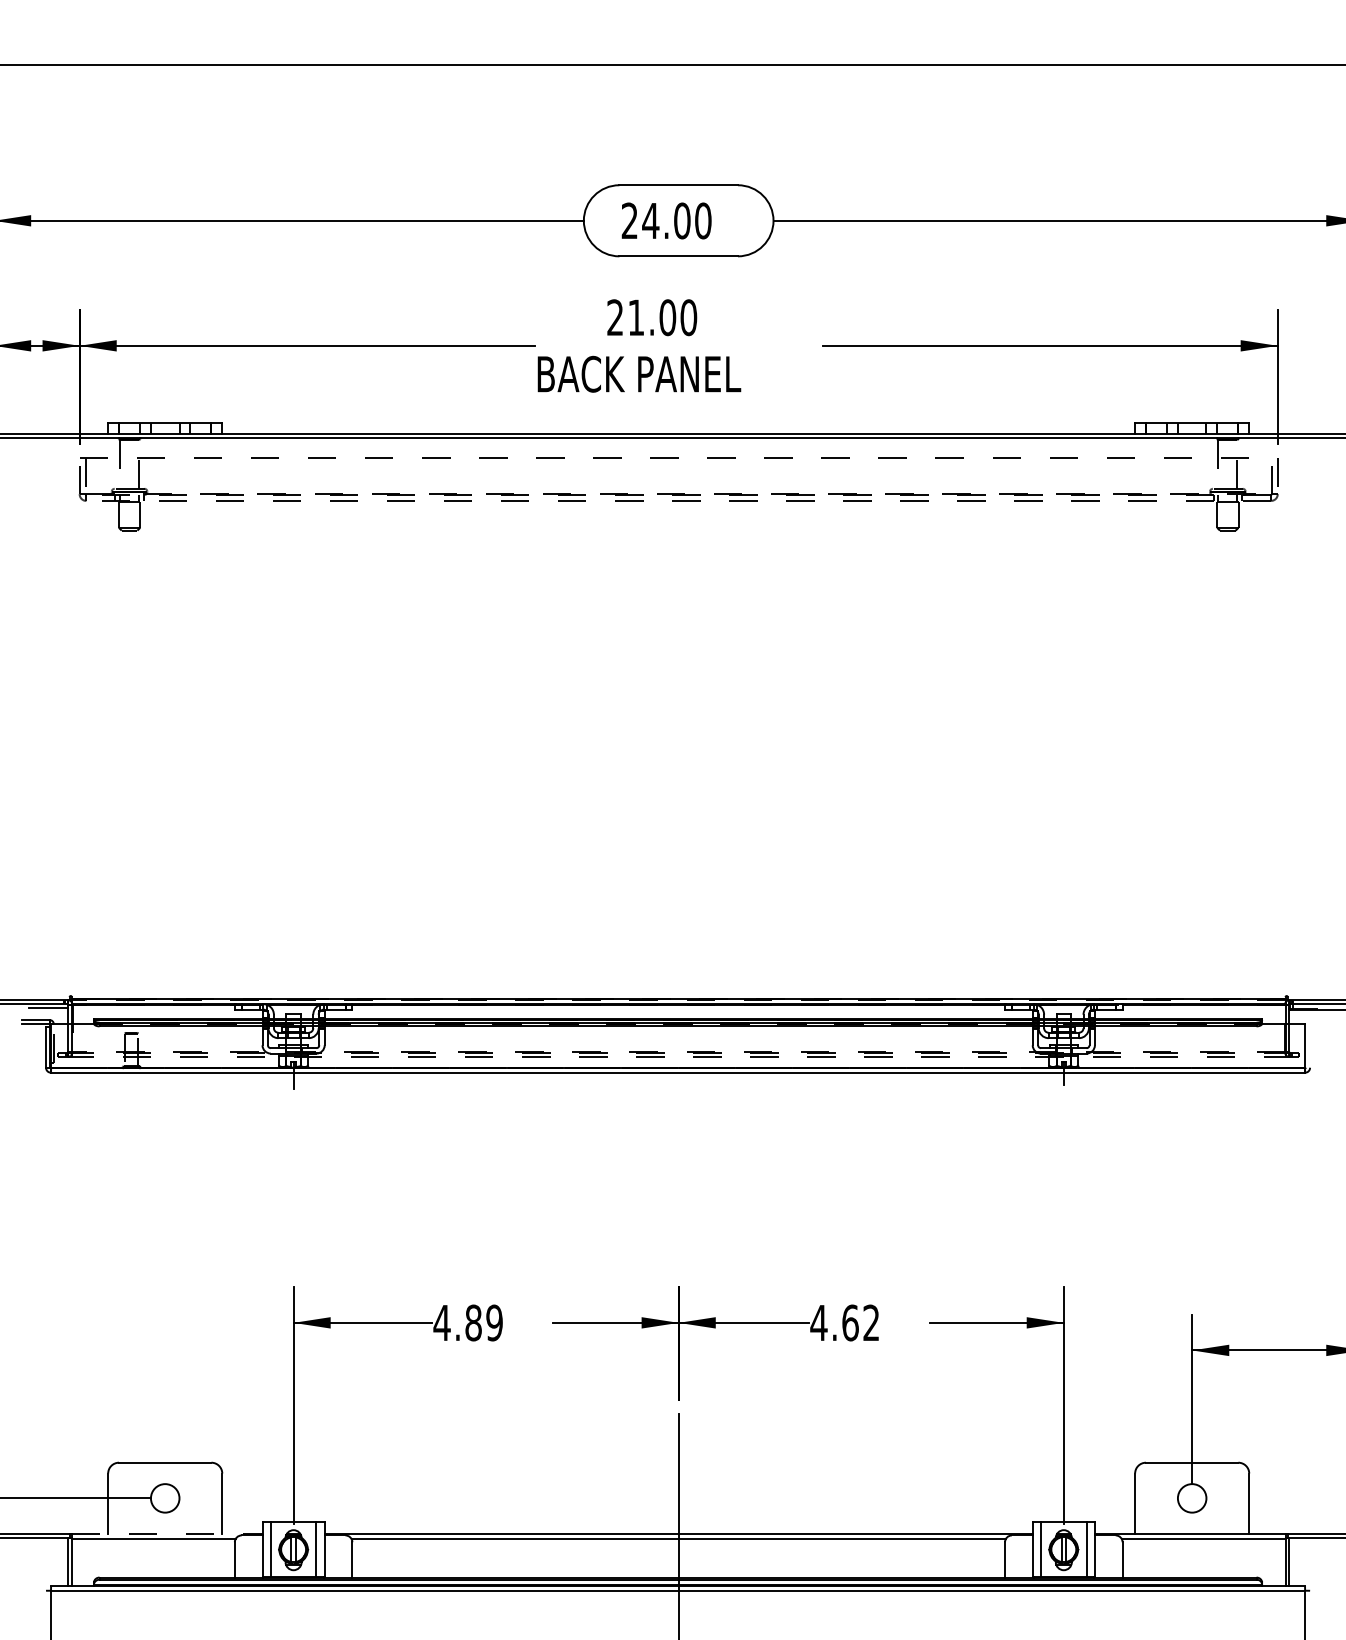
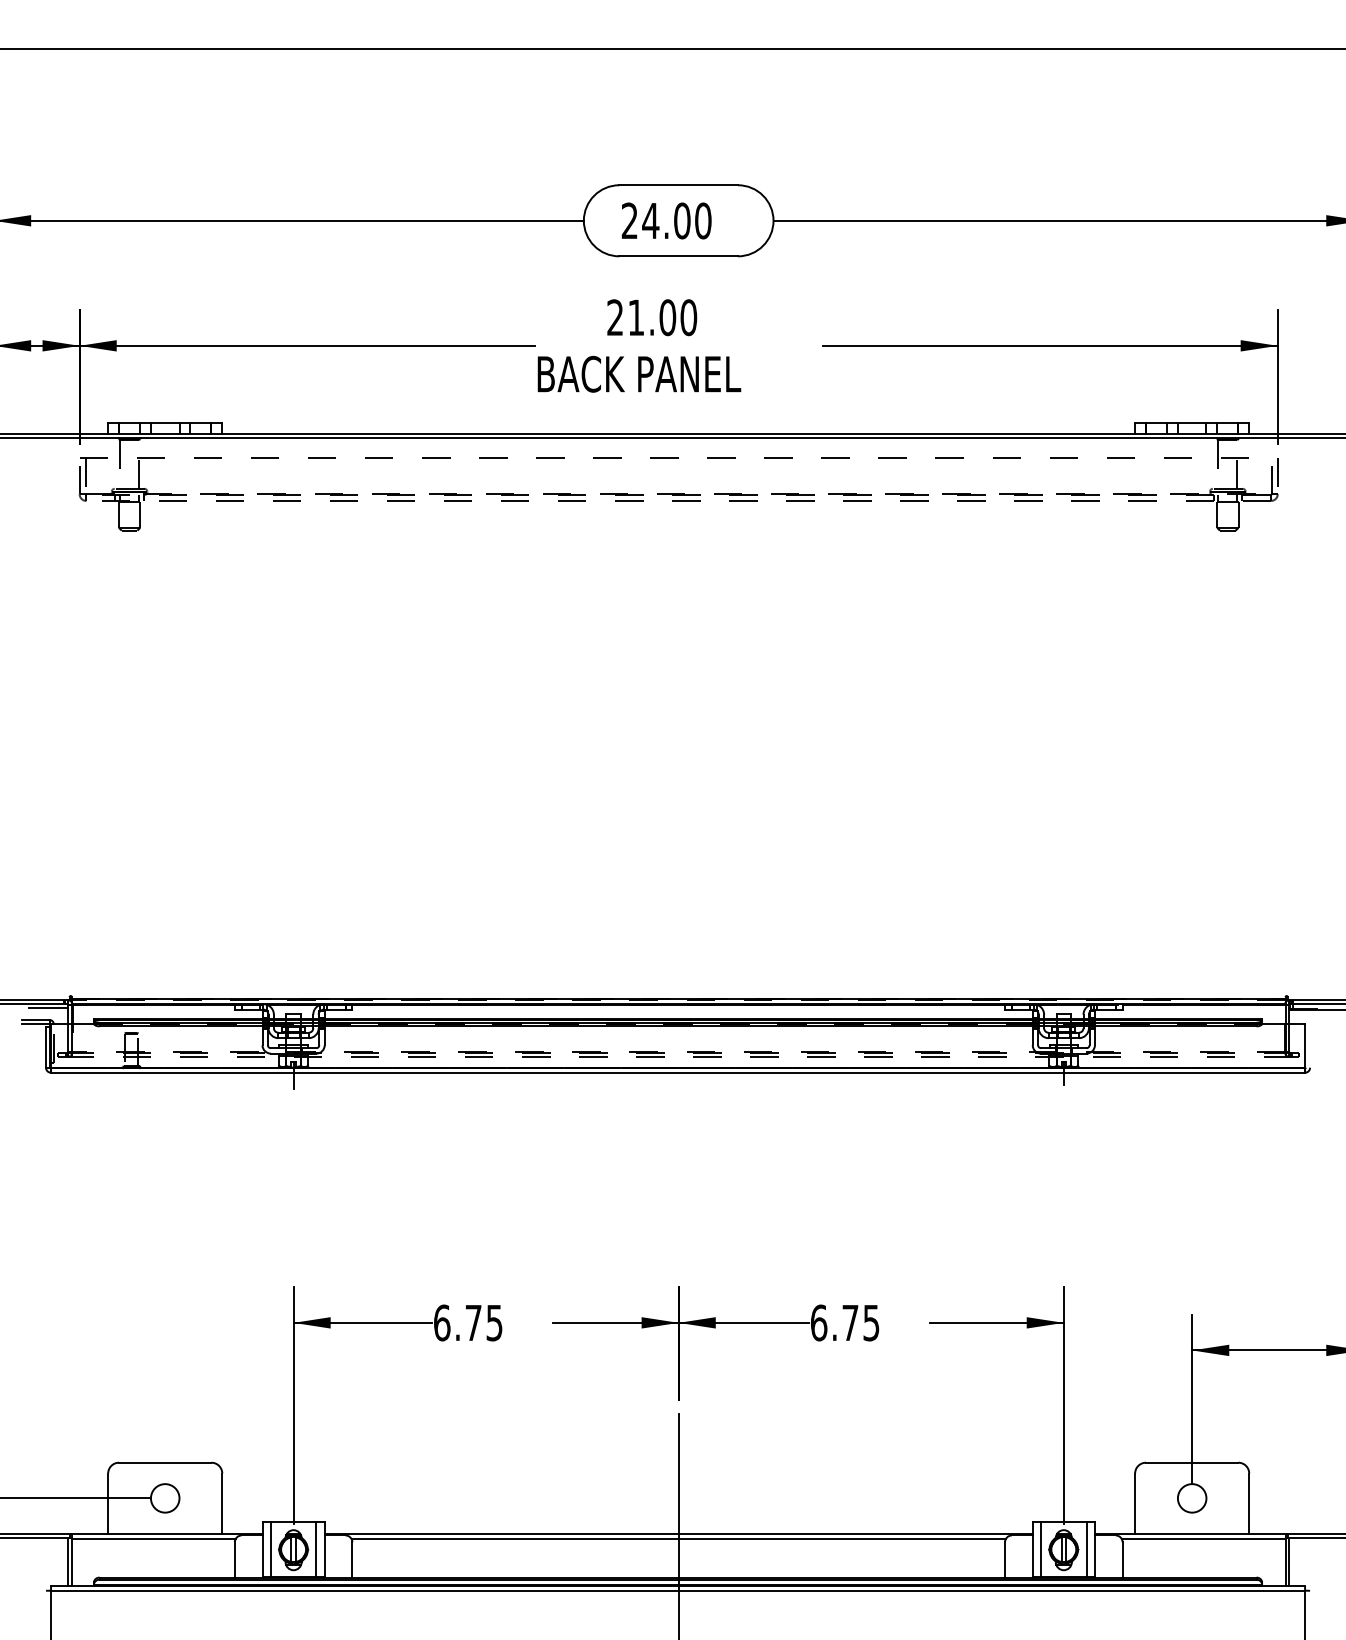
line at (672, 65) position: (672, 65) -> (672, 49)
text at (467, 1322): 4.89 -> 6.75
text at (844, 1322): 4.62 -> 6.75
line at (167, 1534): dashed -> solid
